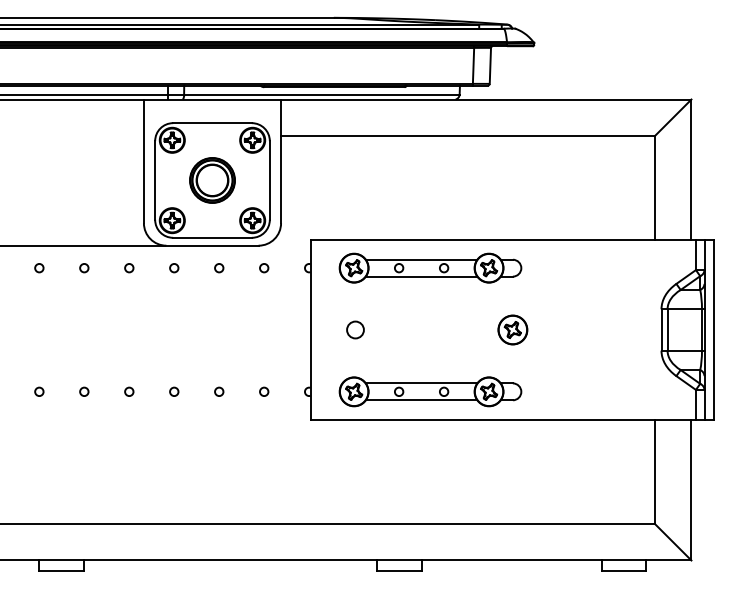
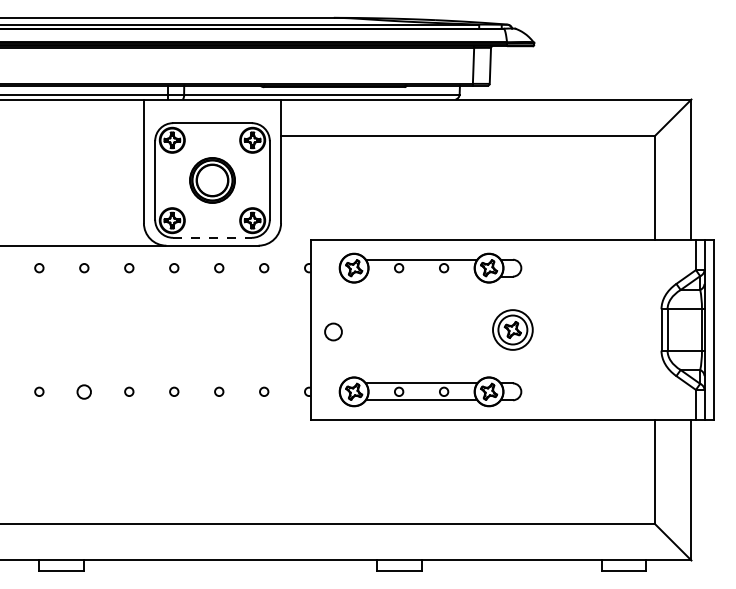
line at (213, 237): solid -> dashed
line at (421, 276): present -> none
circle at (355, 329) position: (355, 329) -> (333, 331)
circle at (512, 329) diameter: 28 px -> 40 px
circle at (84, 391) size: 11x11 px -> 16x16 px
